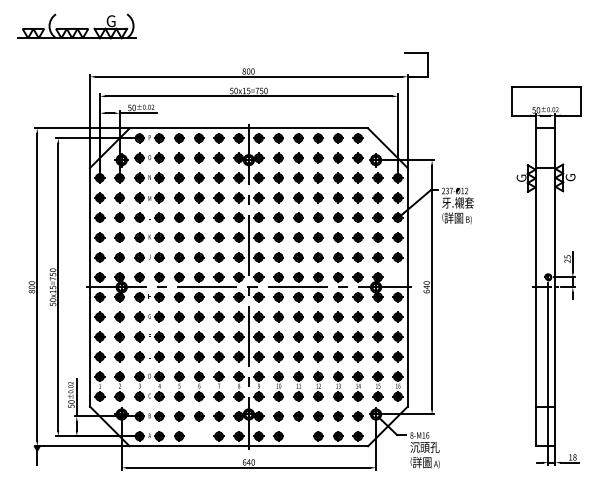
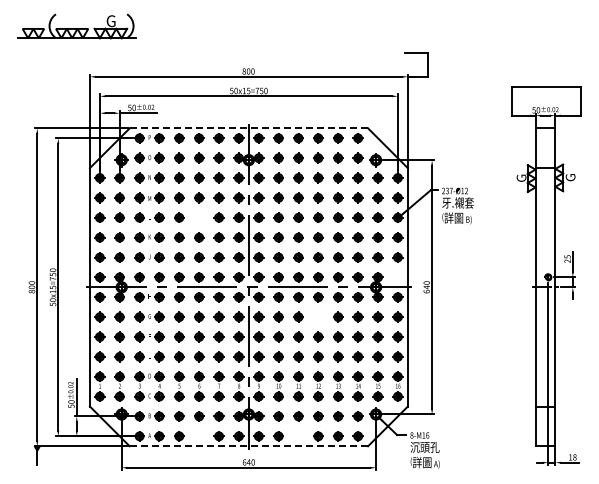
line at (248, 128): solid -> dashed
part at (199, 217): present -> none
part at (318, 316): present -> none
line at (249, 446): solid -> dashed
